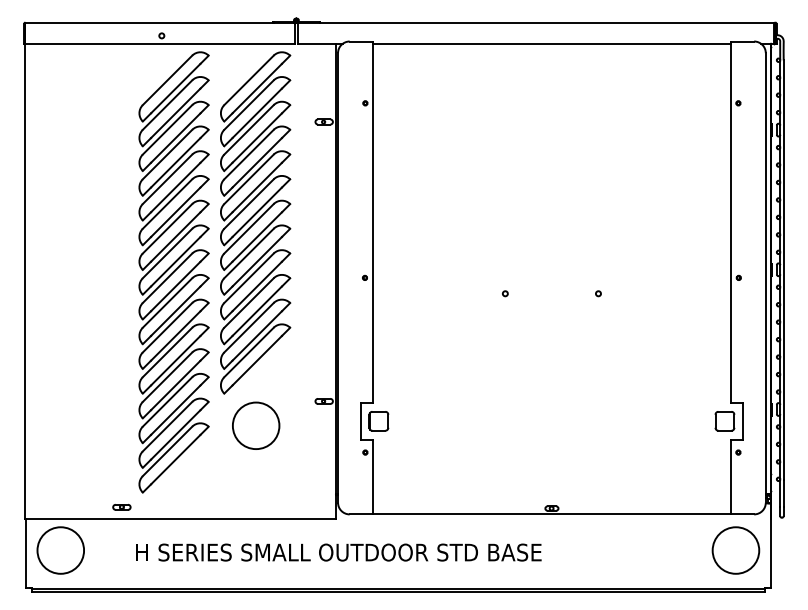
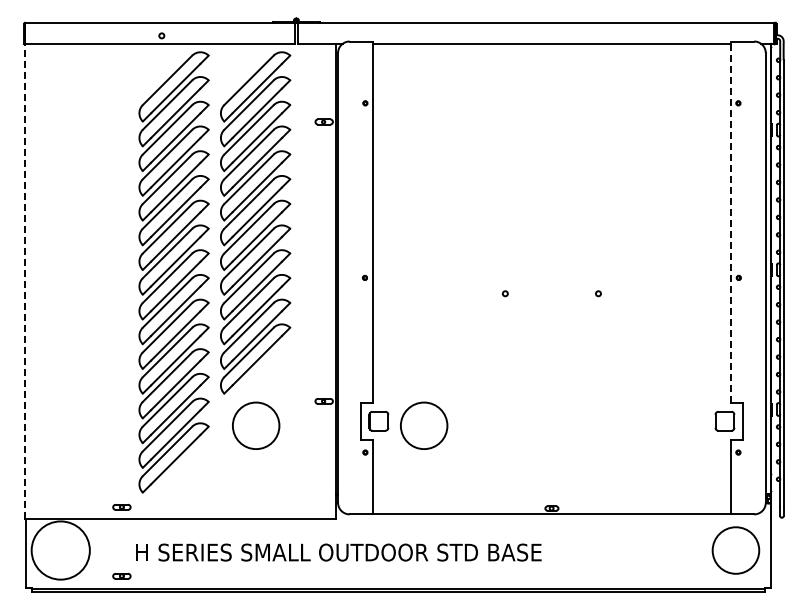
line at (730, 222): solid -> dashed
line at (25, 281): solid -> dashed
circle at (424, 425): none -> present
circle at (60, 550) diameter: 47 px -> 58 px
part at (121, 576): none -> present
